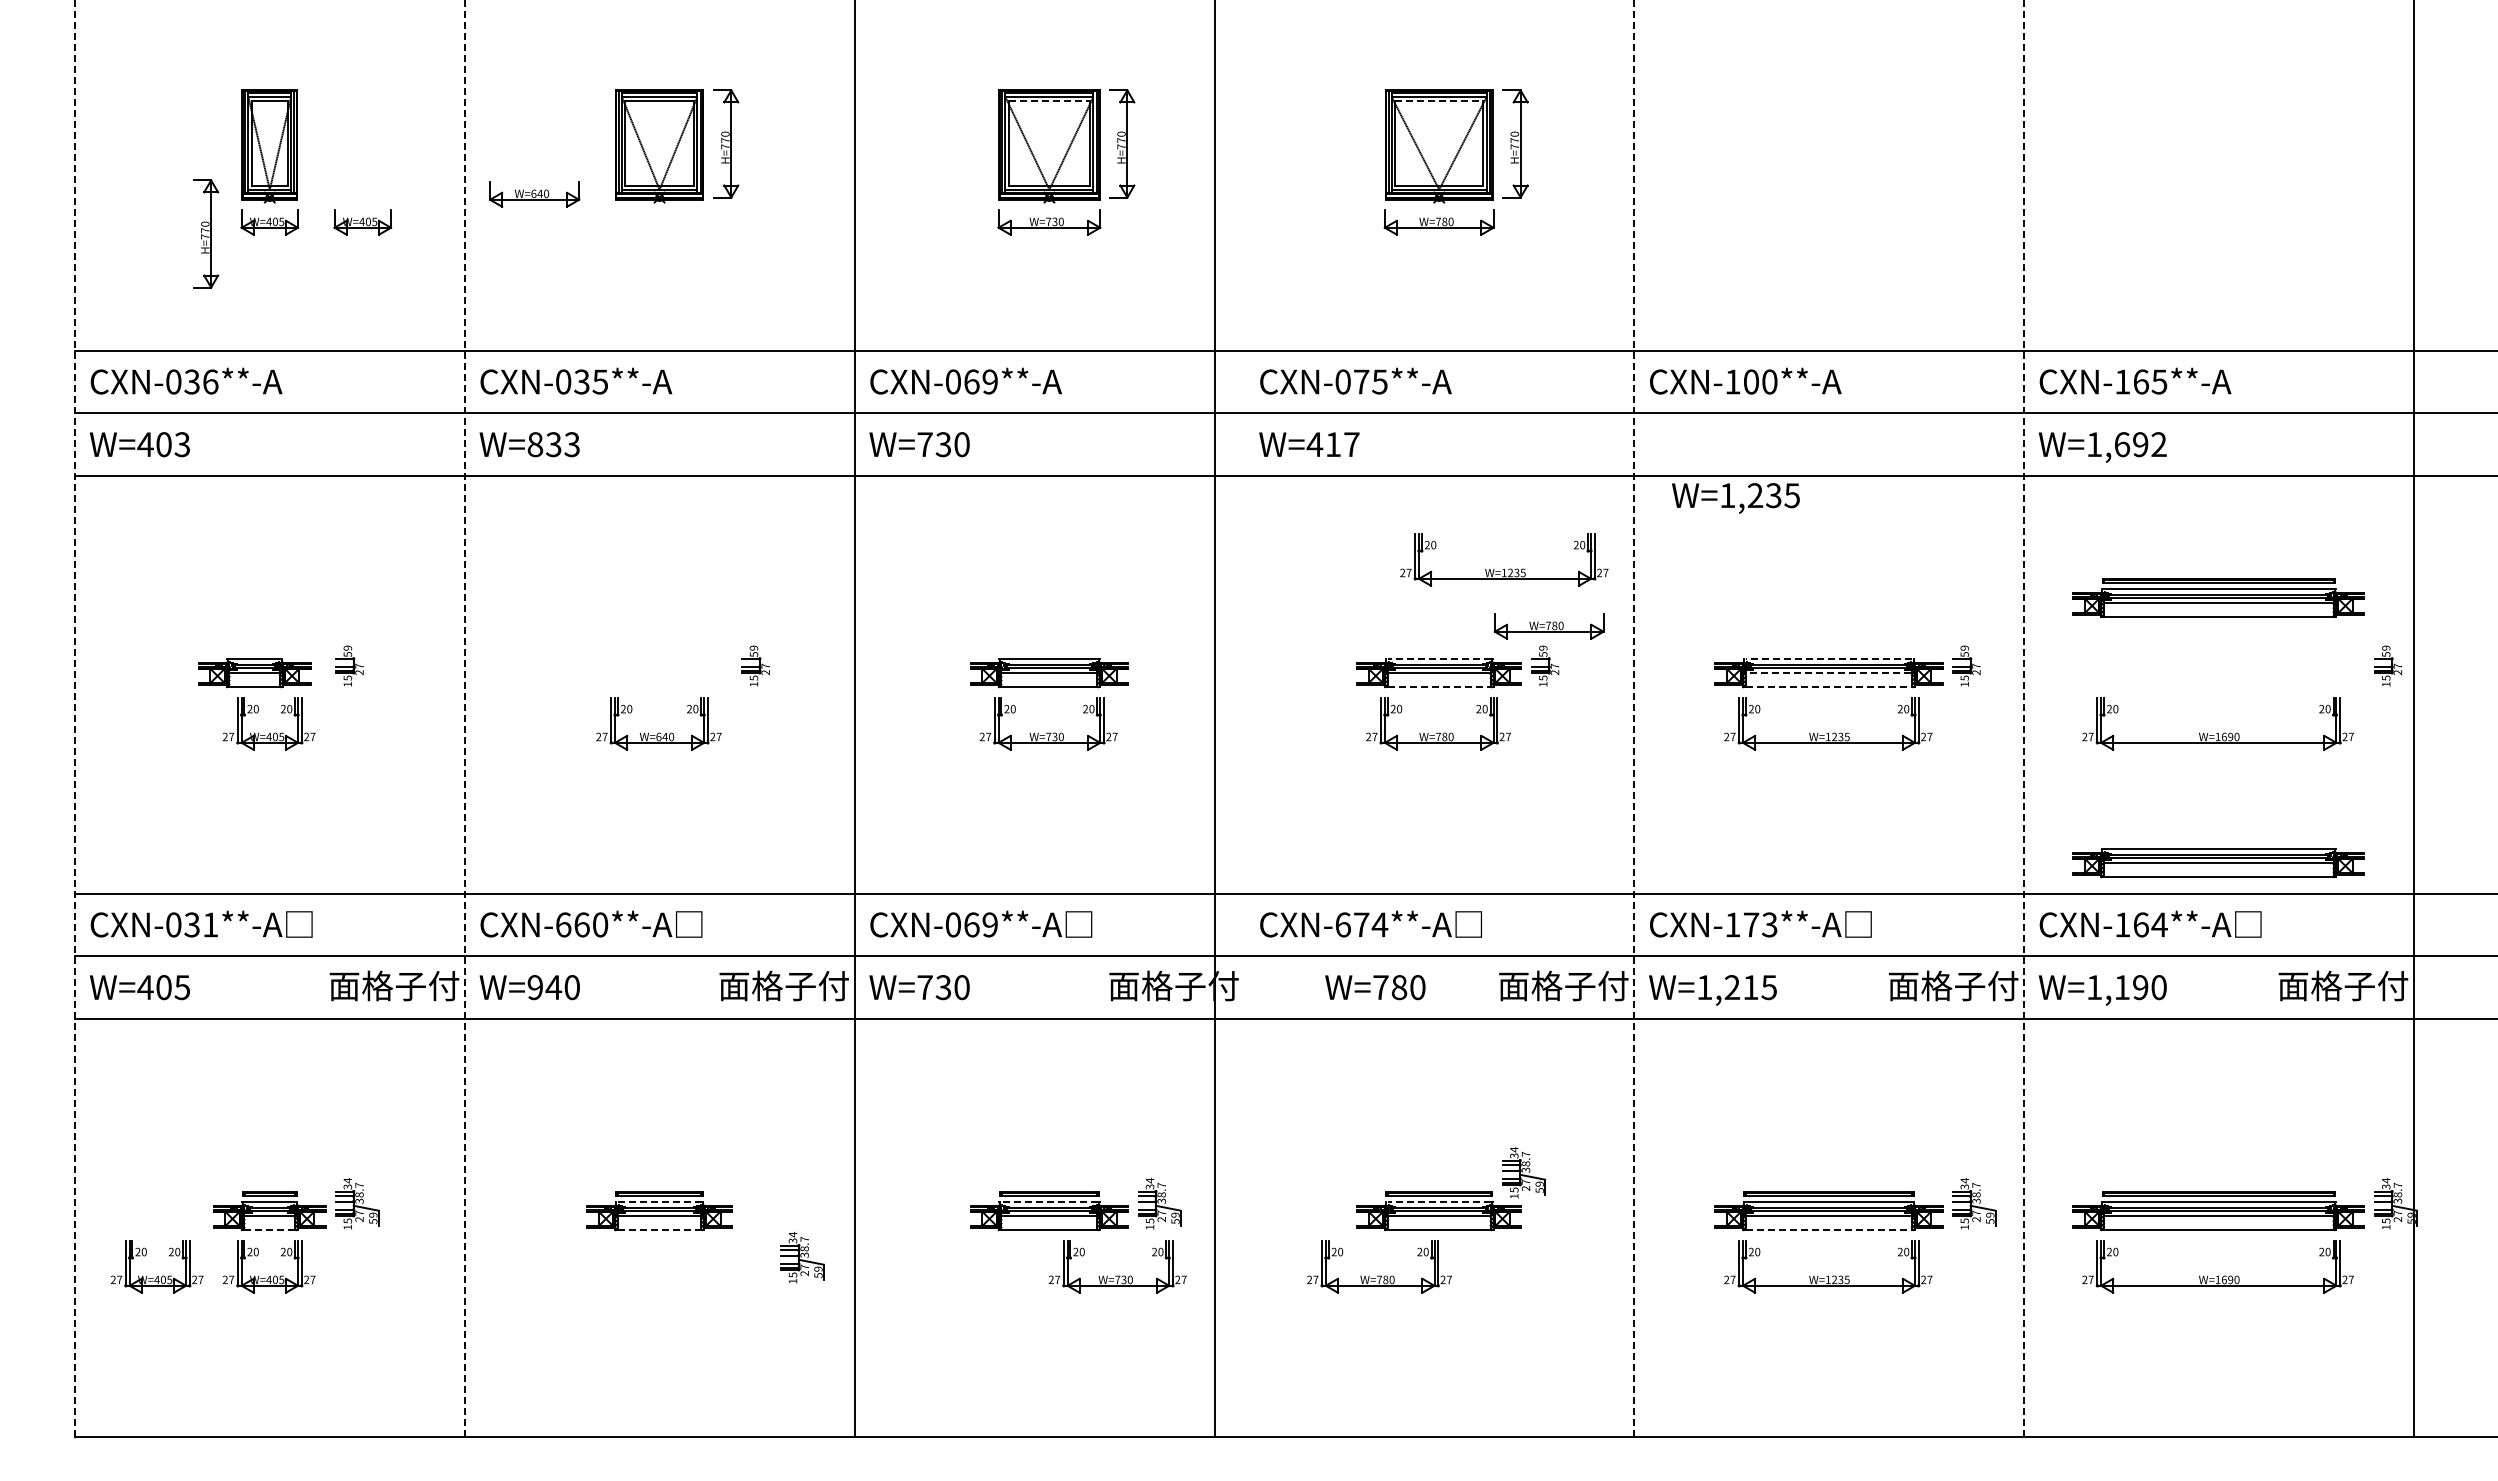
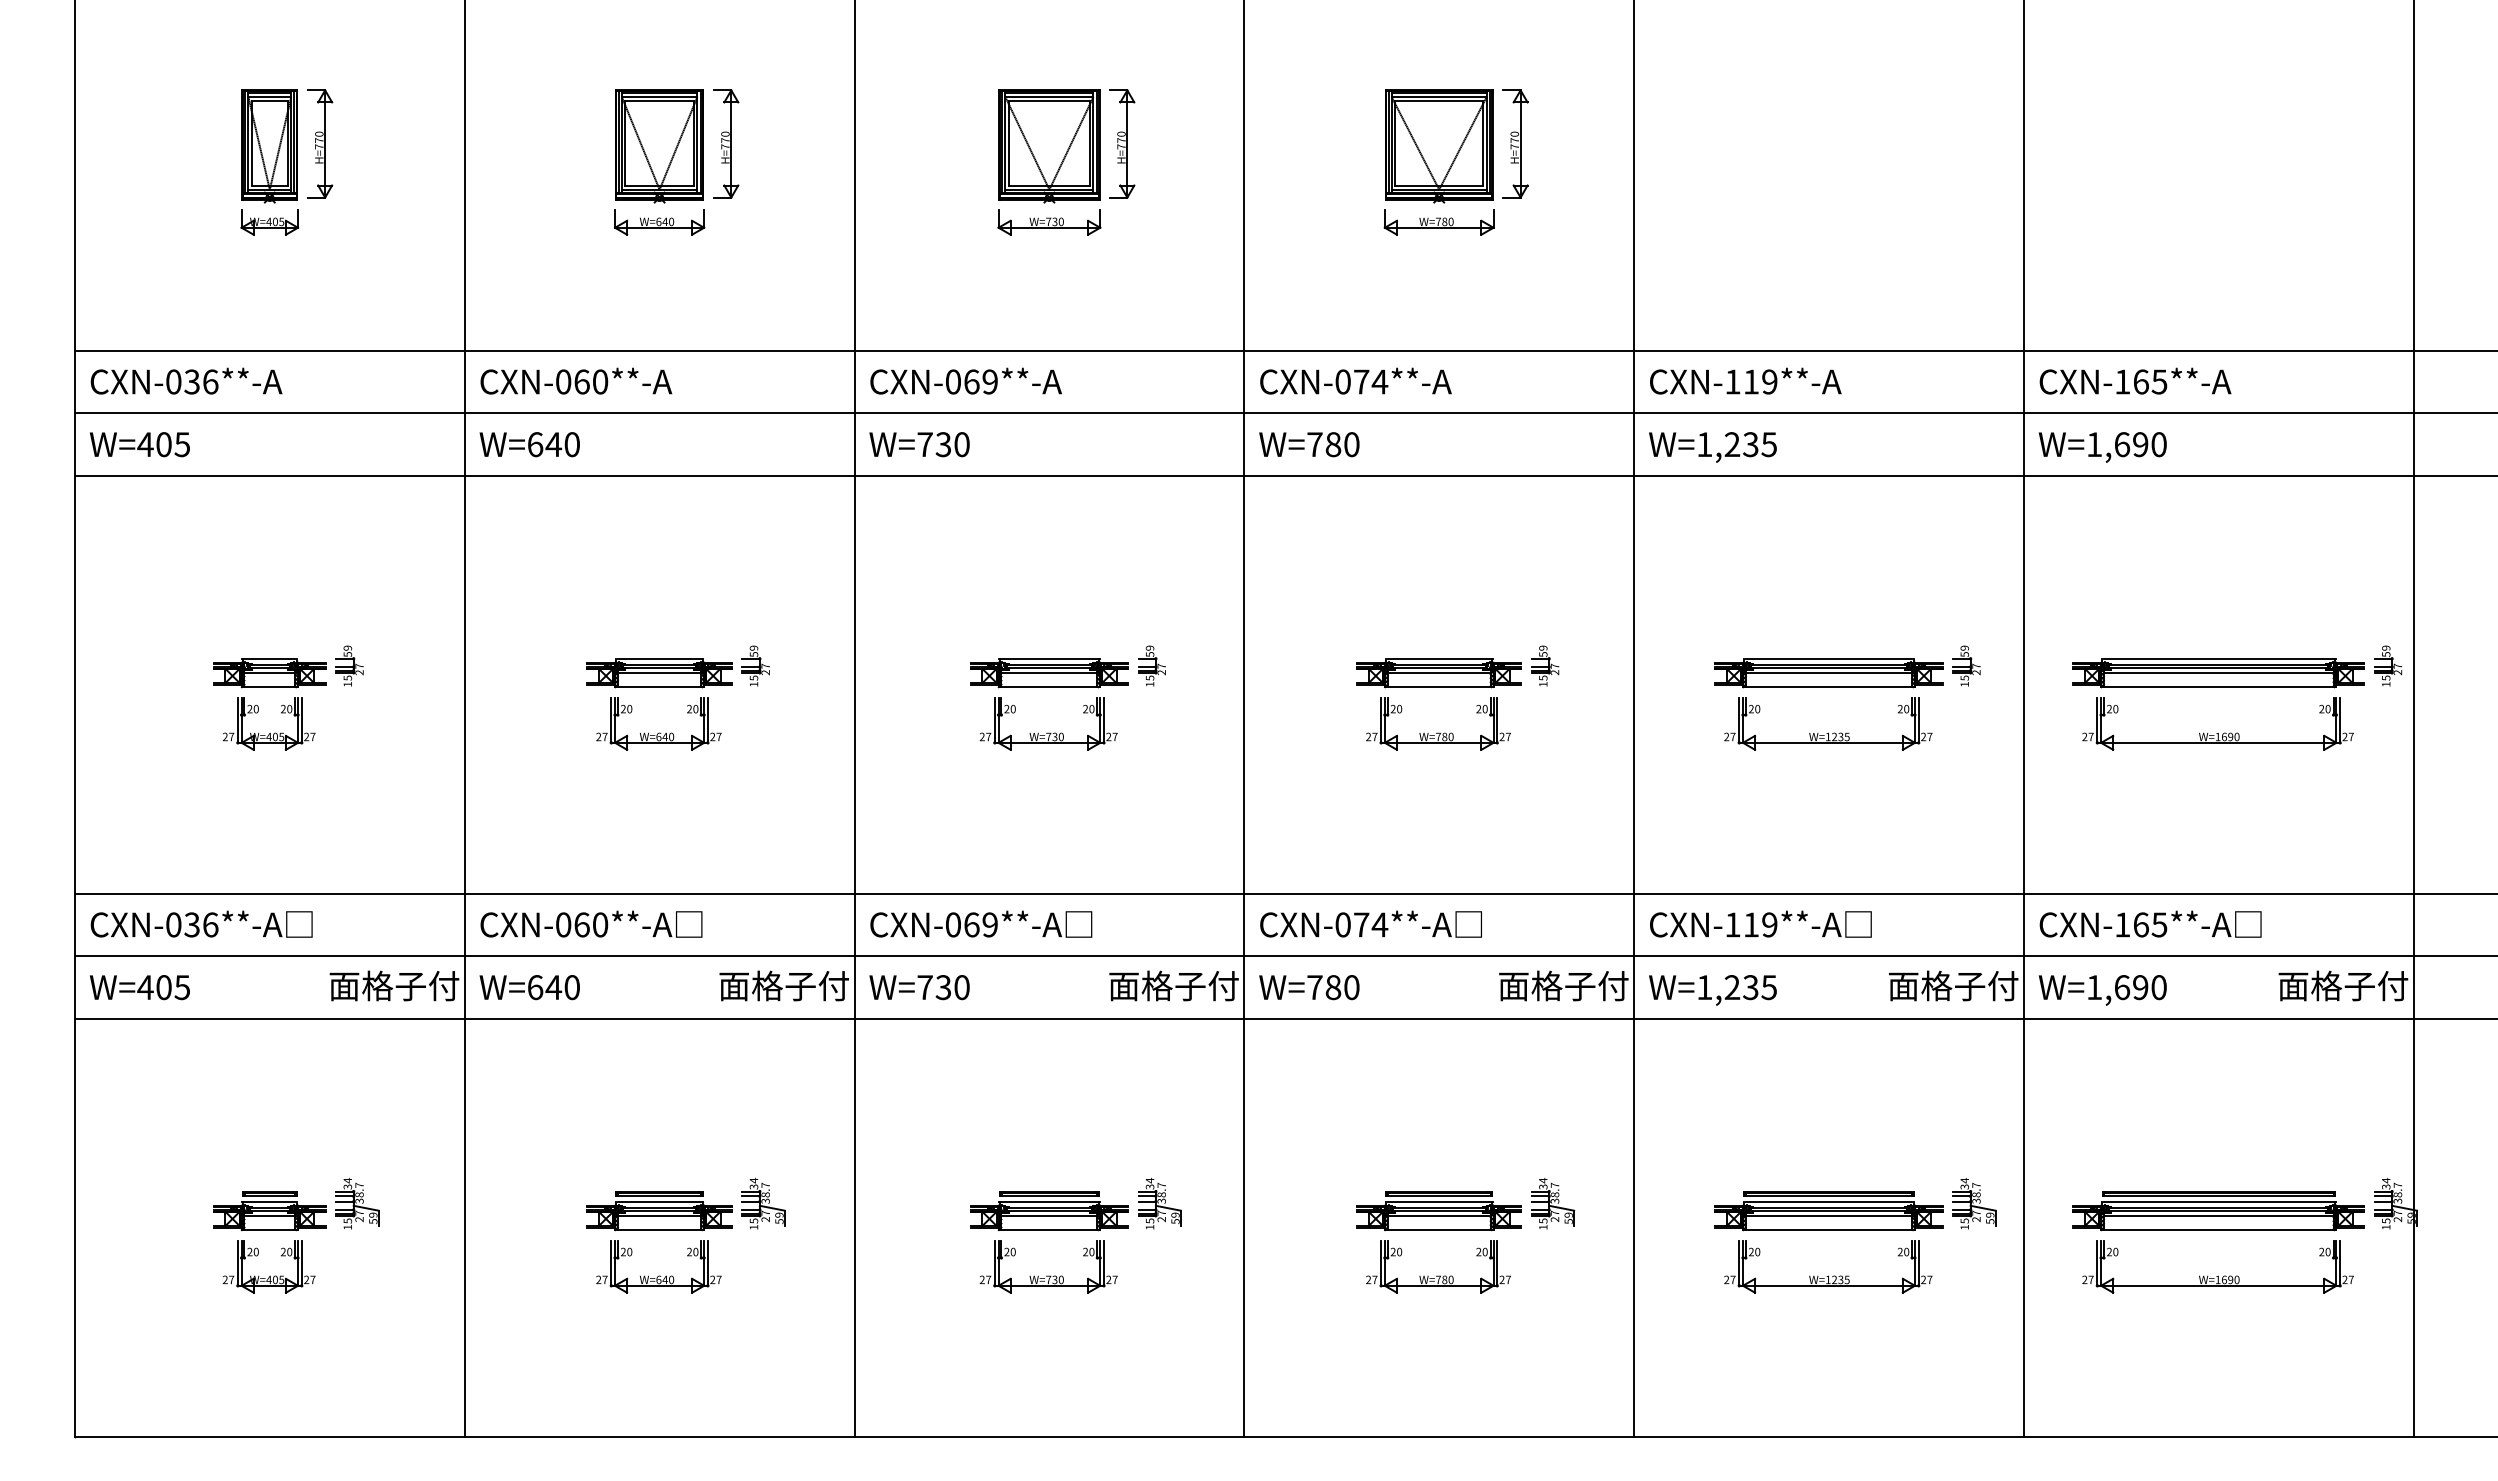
line at (1049, 101): dashed -> solid
line at (1439, 101): dashed -> solid
part at (534, 194) position: (534, 194) -> (659, 222)
part at (362, 222): present -> none
part at (206, 233) position: (206, 233) -> (320, 143)
text at (591, 381): CXN-035**-A -> CXN-060**-A
text at (1379, 381): CXN-075**-A -> CXN-074**-A
text at (1760, 381): CXN-100**-A -> CXN-119**-A
text at (181, 444): W=403 -> W=405
text at (553, 444): W=833 -> W=640
text at (1332, 444): W=417 -> W=780
text at (2158, 444): W=1,692 -> W=1,690
text at (1735, 498) position: (1735, 498) -> (1712, 447)
part at (1504, 568): present -> none
part at (2218, 598): present -> none
part at (1548, 626): present -> none
line at (1439, 658): dashed -> solid
line at (1828, 658): dashed -> solid
part at (1151, 665): none -> present
line at (1828, 672): dashed -> solid
part at (254, 673) position: (254, 673) -> (269, 673)
part at (659, 673): none -> present
line at (1439, 686): dashed -> solid
line at (1829, 686): dashed -> solid
line at (74, 718): dashed -> solid
line at (464, 718): dashed -> solid
line at (1634, 718): dashed -> solid
line at (2023, 718): dashed -> solid
line at (1215, 719) position: (1215, 719) -> (1244, 719)
part at (2218, 863) position: (2218, 863) -> (2218, 673)
text at (210, 924): CXN-031**-A -> CXN-036**-A
text at (563, 924): CXN-660**-A -> CXN-060**-A
text at (1342, 924): CXN-674**-A -> CXN-074**-A
text at (1760, 924): CXN-173**-A -> CXN-119**-A
text at (2159, 924): CXN-164**-A -> CXN-165**-A
text at (535, 987): W=940 -> W=640
text at (1375, 987) position: (1375, 987) -> (1309, 987)
text at (1750, 987): W=1,215 -> W=1,235
text at (2122, 987): W=1,190 -> W=1,690
part at (1524, 1172) position: (1524, 1172) -> (1553, 1203)
line at (659, 1201): dashed -> solid
line at (1048, 1201): dashed -> solid
line at (1439, 1201): dashed -> solid
line at (270, 1229): dashed -> solid
line at (659, 1229): dashed -> solid
line at (1829, 1229): dashed -> solid
part at (802, 1257) position: (802, 1257) -> (763, 1203)
part at (158, 1275): present -> none
part at (658, 1275): none -> present
part at (1117, 1275) position: (1117, 1275) -> (1048, 1275)
part at (1379, 1275) position: (1379, 1275) -> (1438, 1275)
